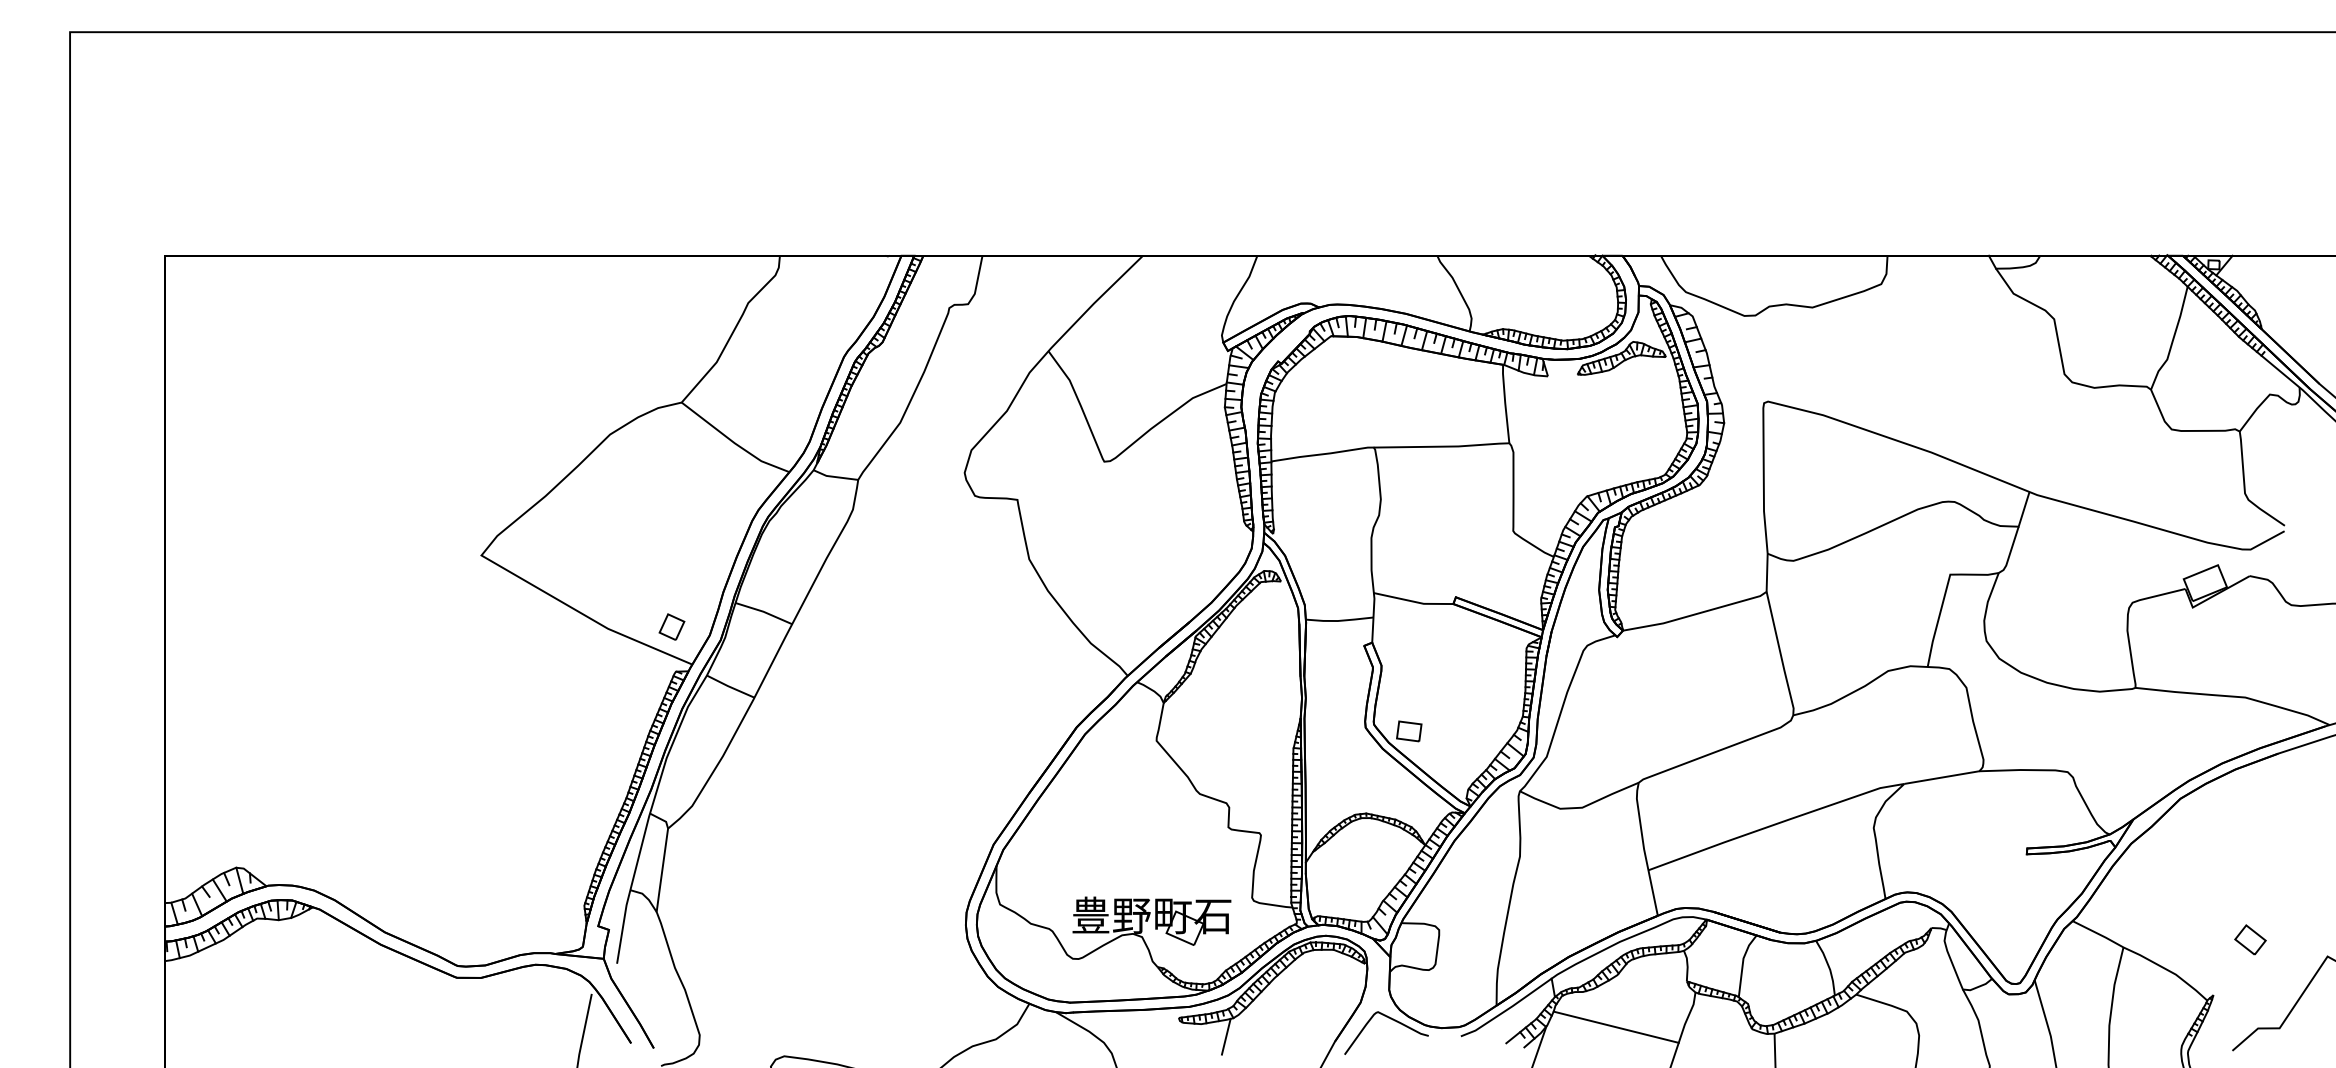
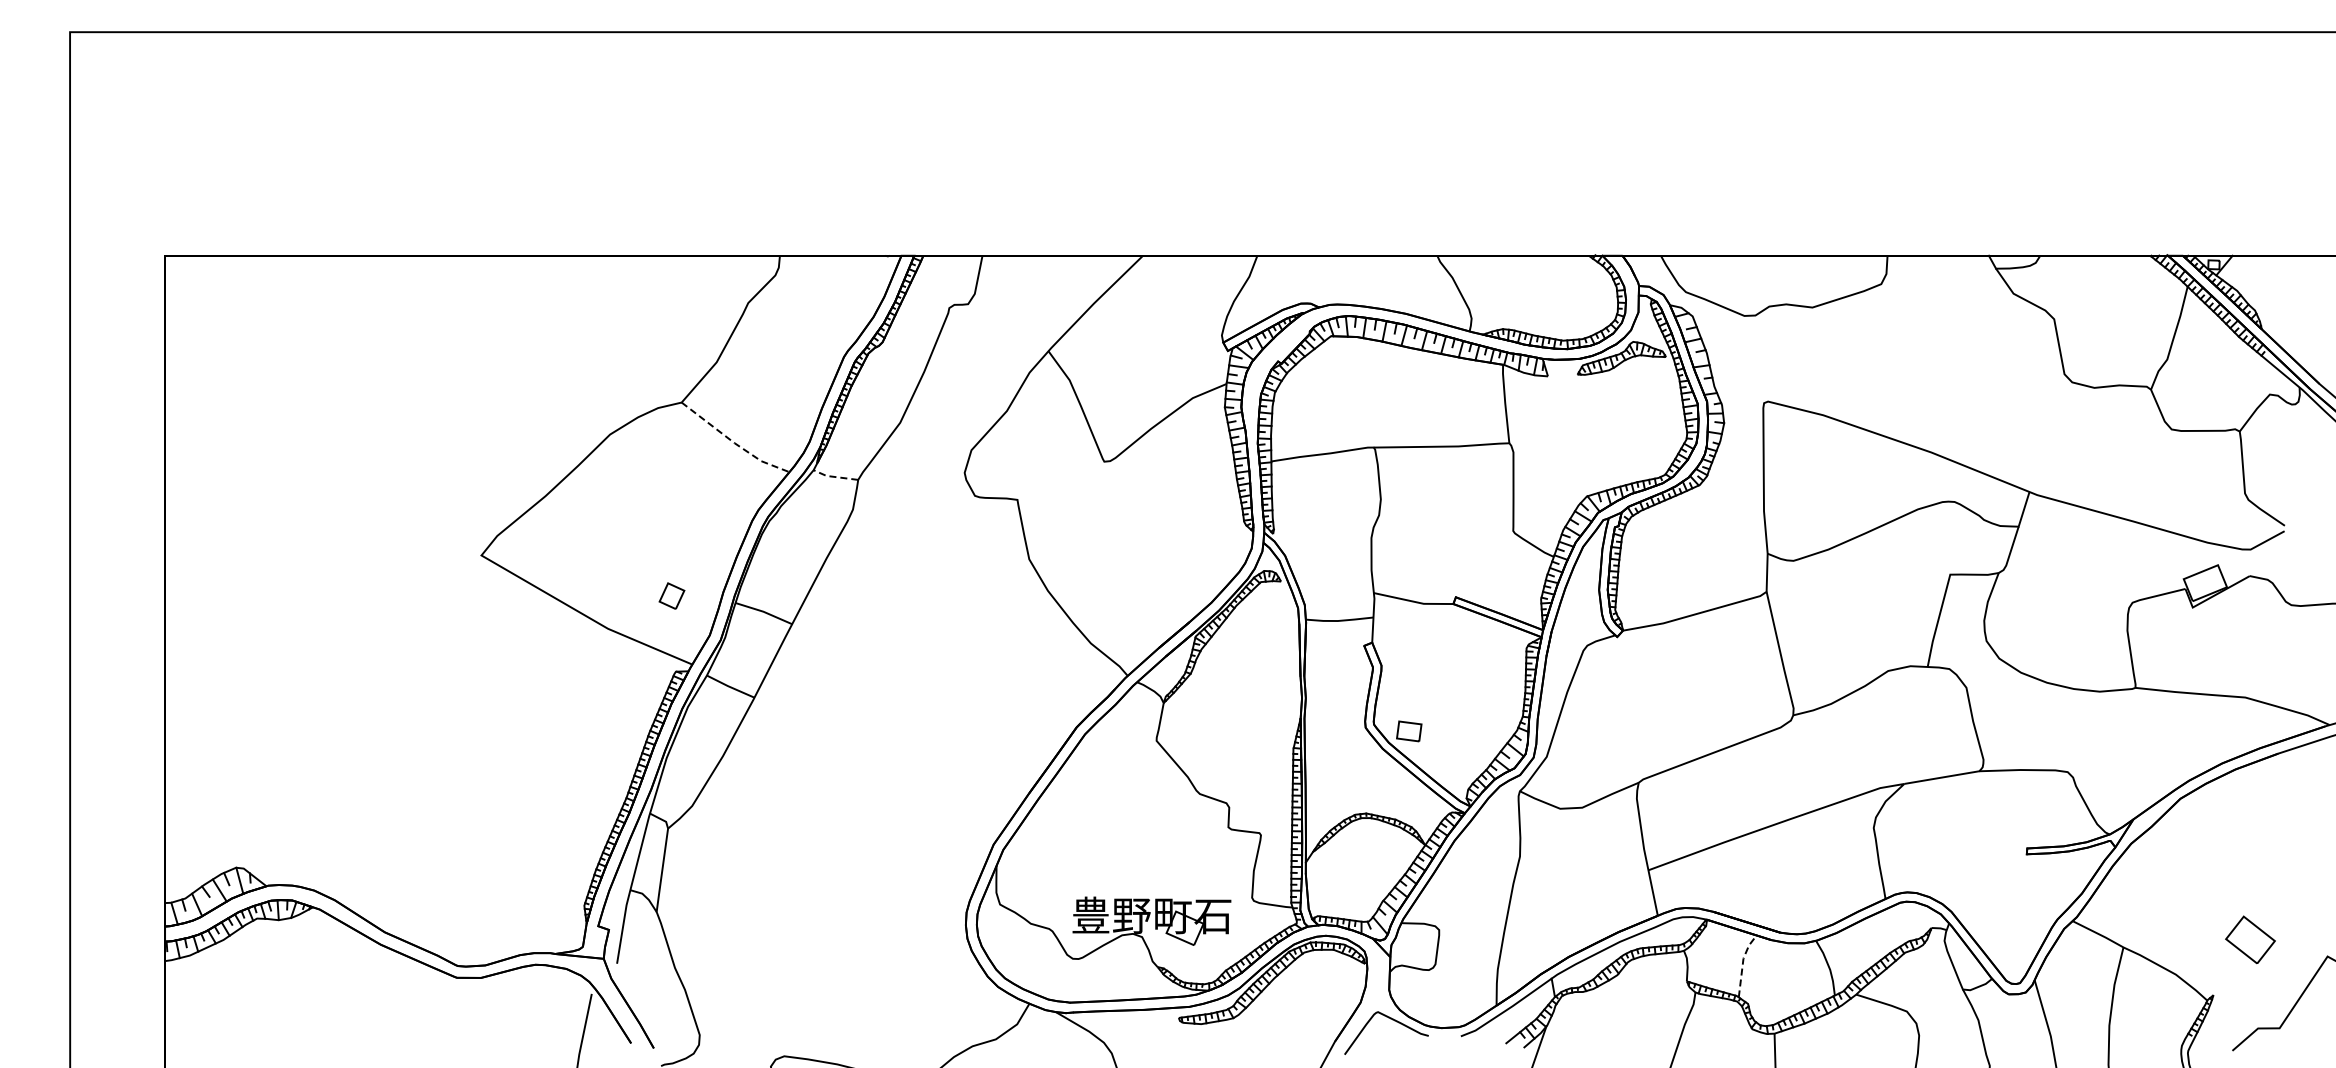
line at (734, 443): solid -> dashed
line at (834, 476): solid -> dashed
part at (671, 626) position: (671, 626) -> (671, 595)
part at (2250, 939) size: 33x32 px -> 51x50 px
line at (1742, 963): solid -> dashed
line at (1615, 1026): present -> none
line at (1225, 1036): present -> none
